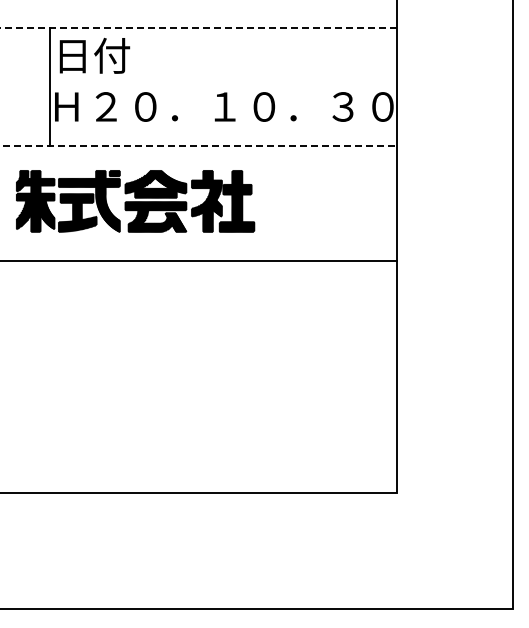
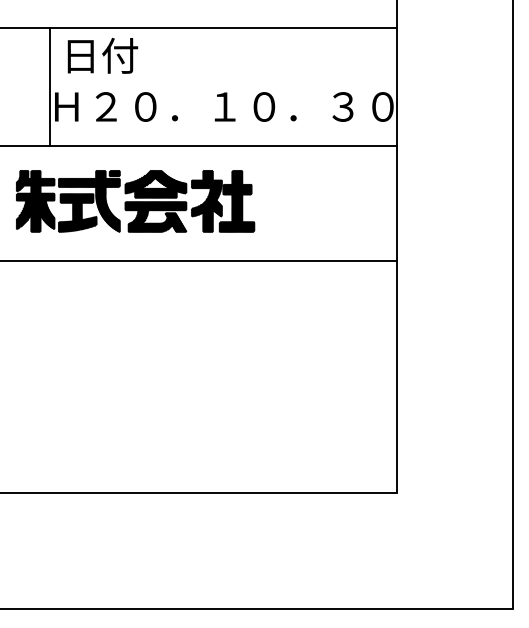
line at (199, 28): dashed -> solid
text at (94, 55) position: (94, 55) -> (102, 55)
line at (199, 145): dashed -> solid
